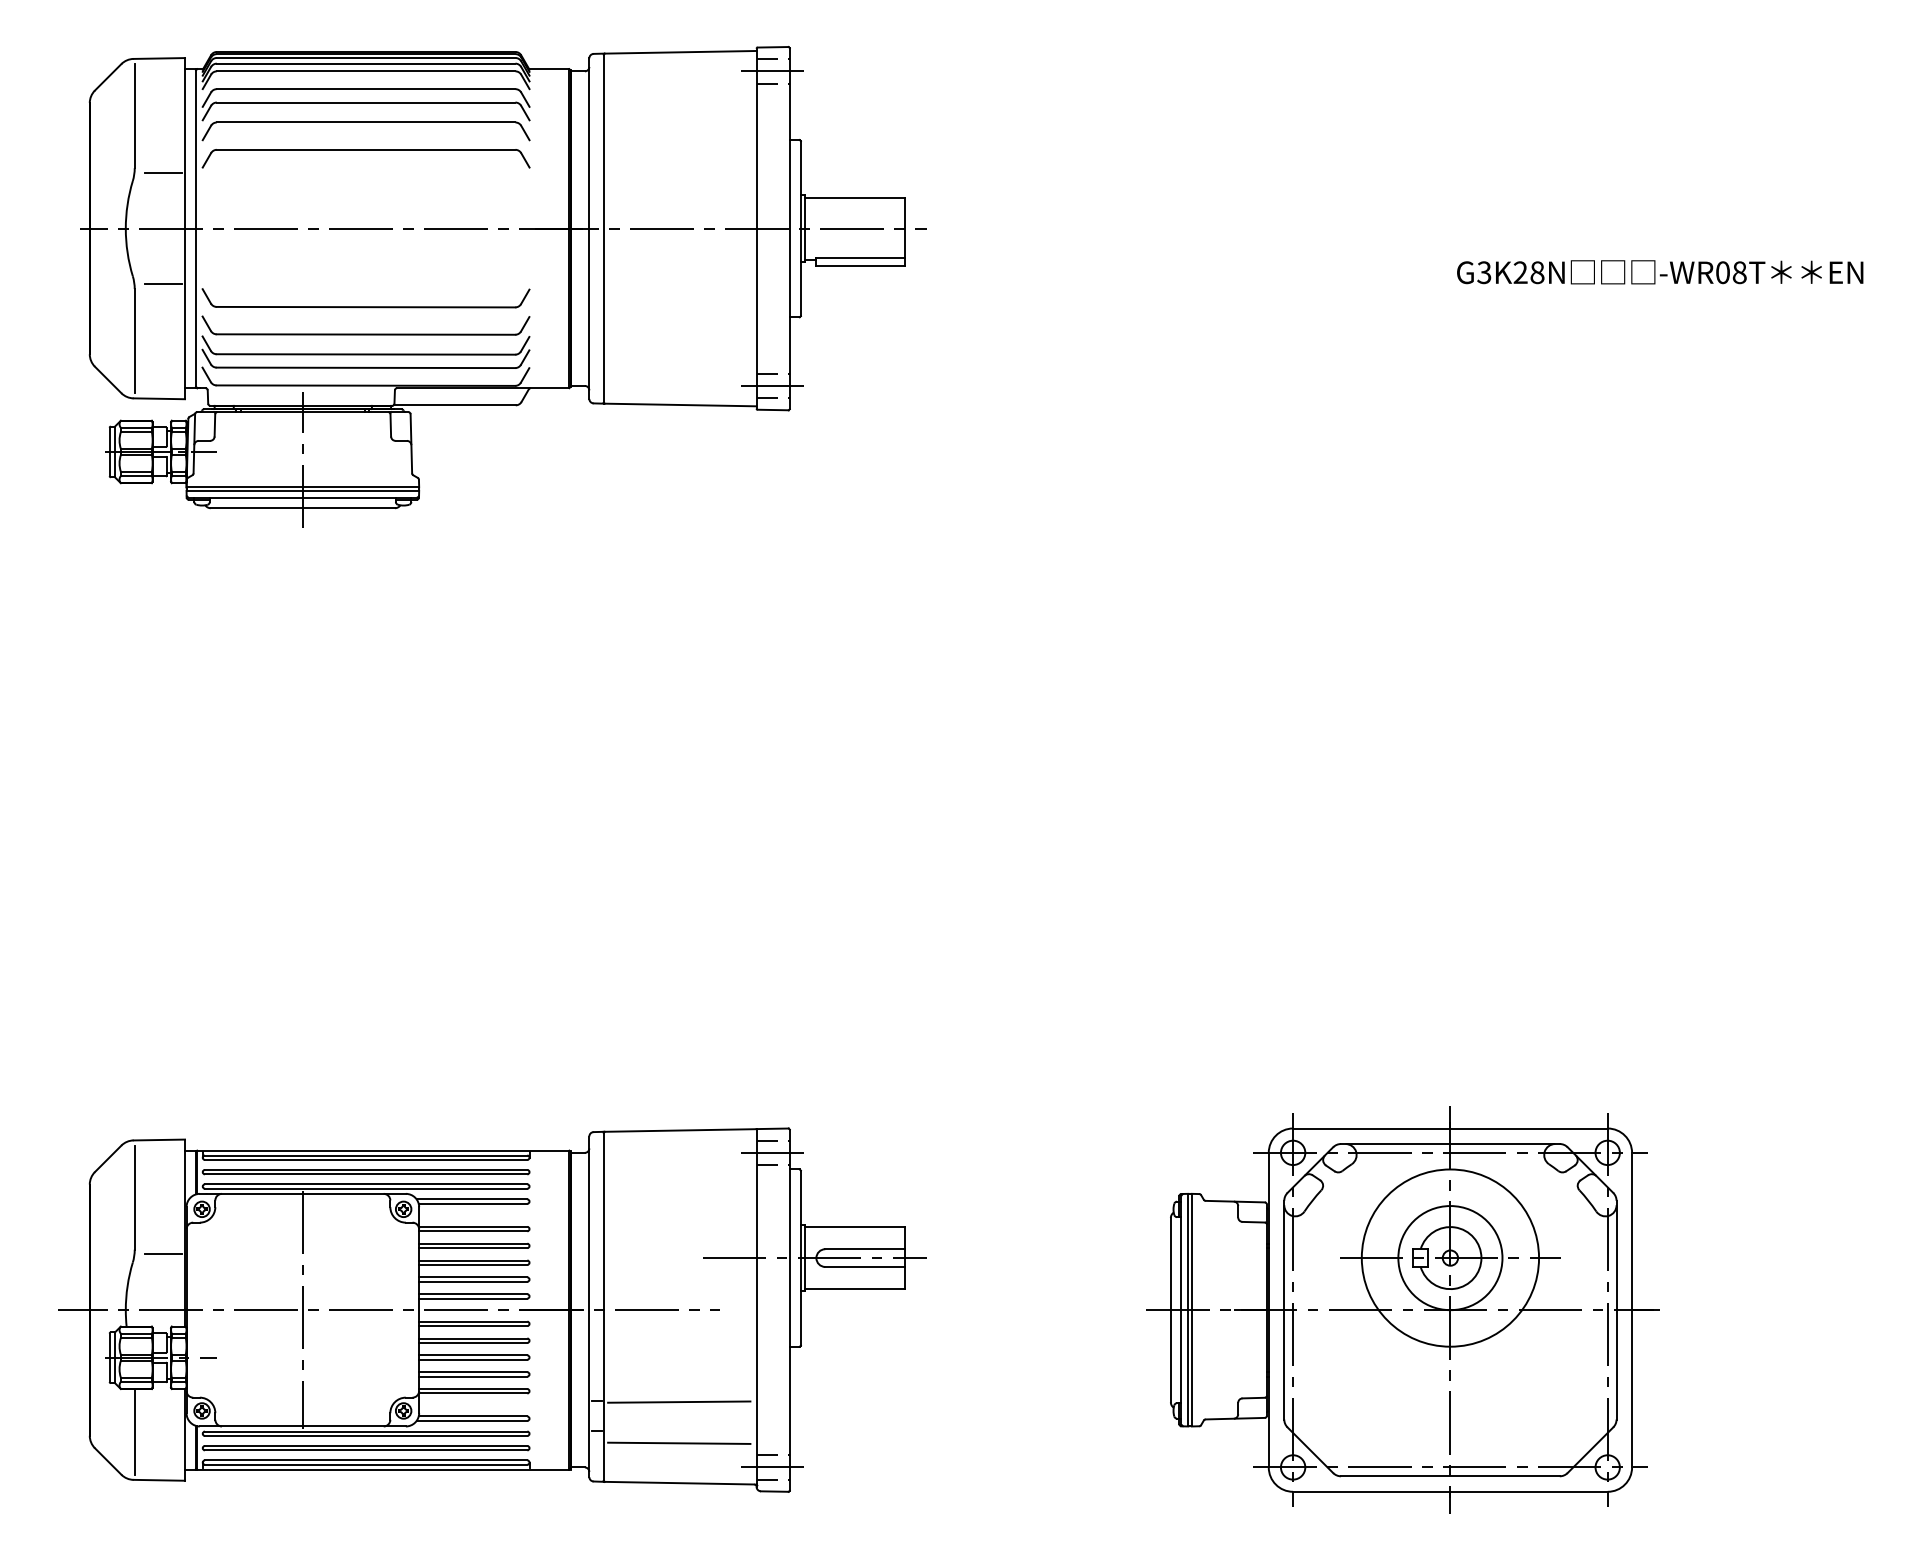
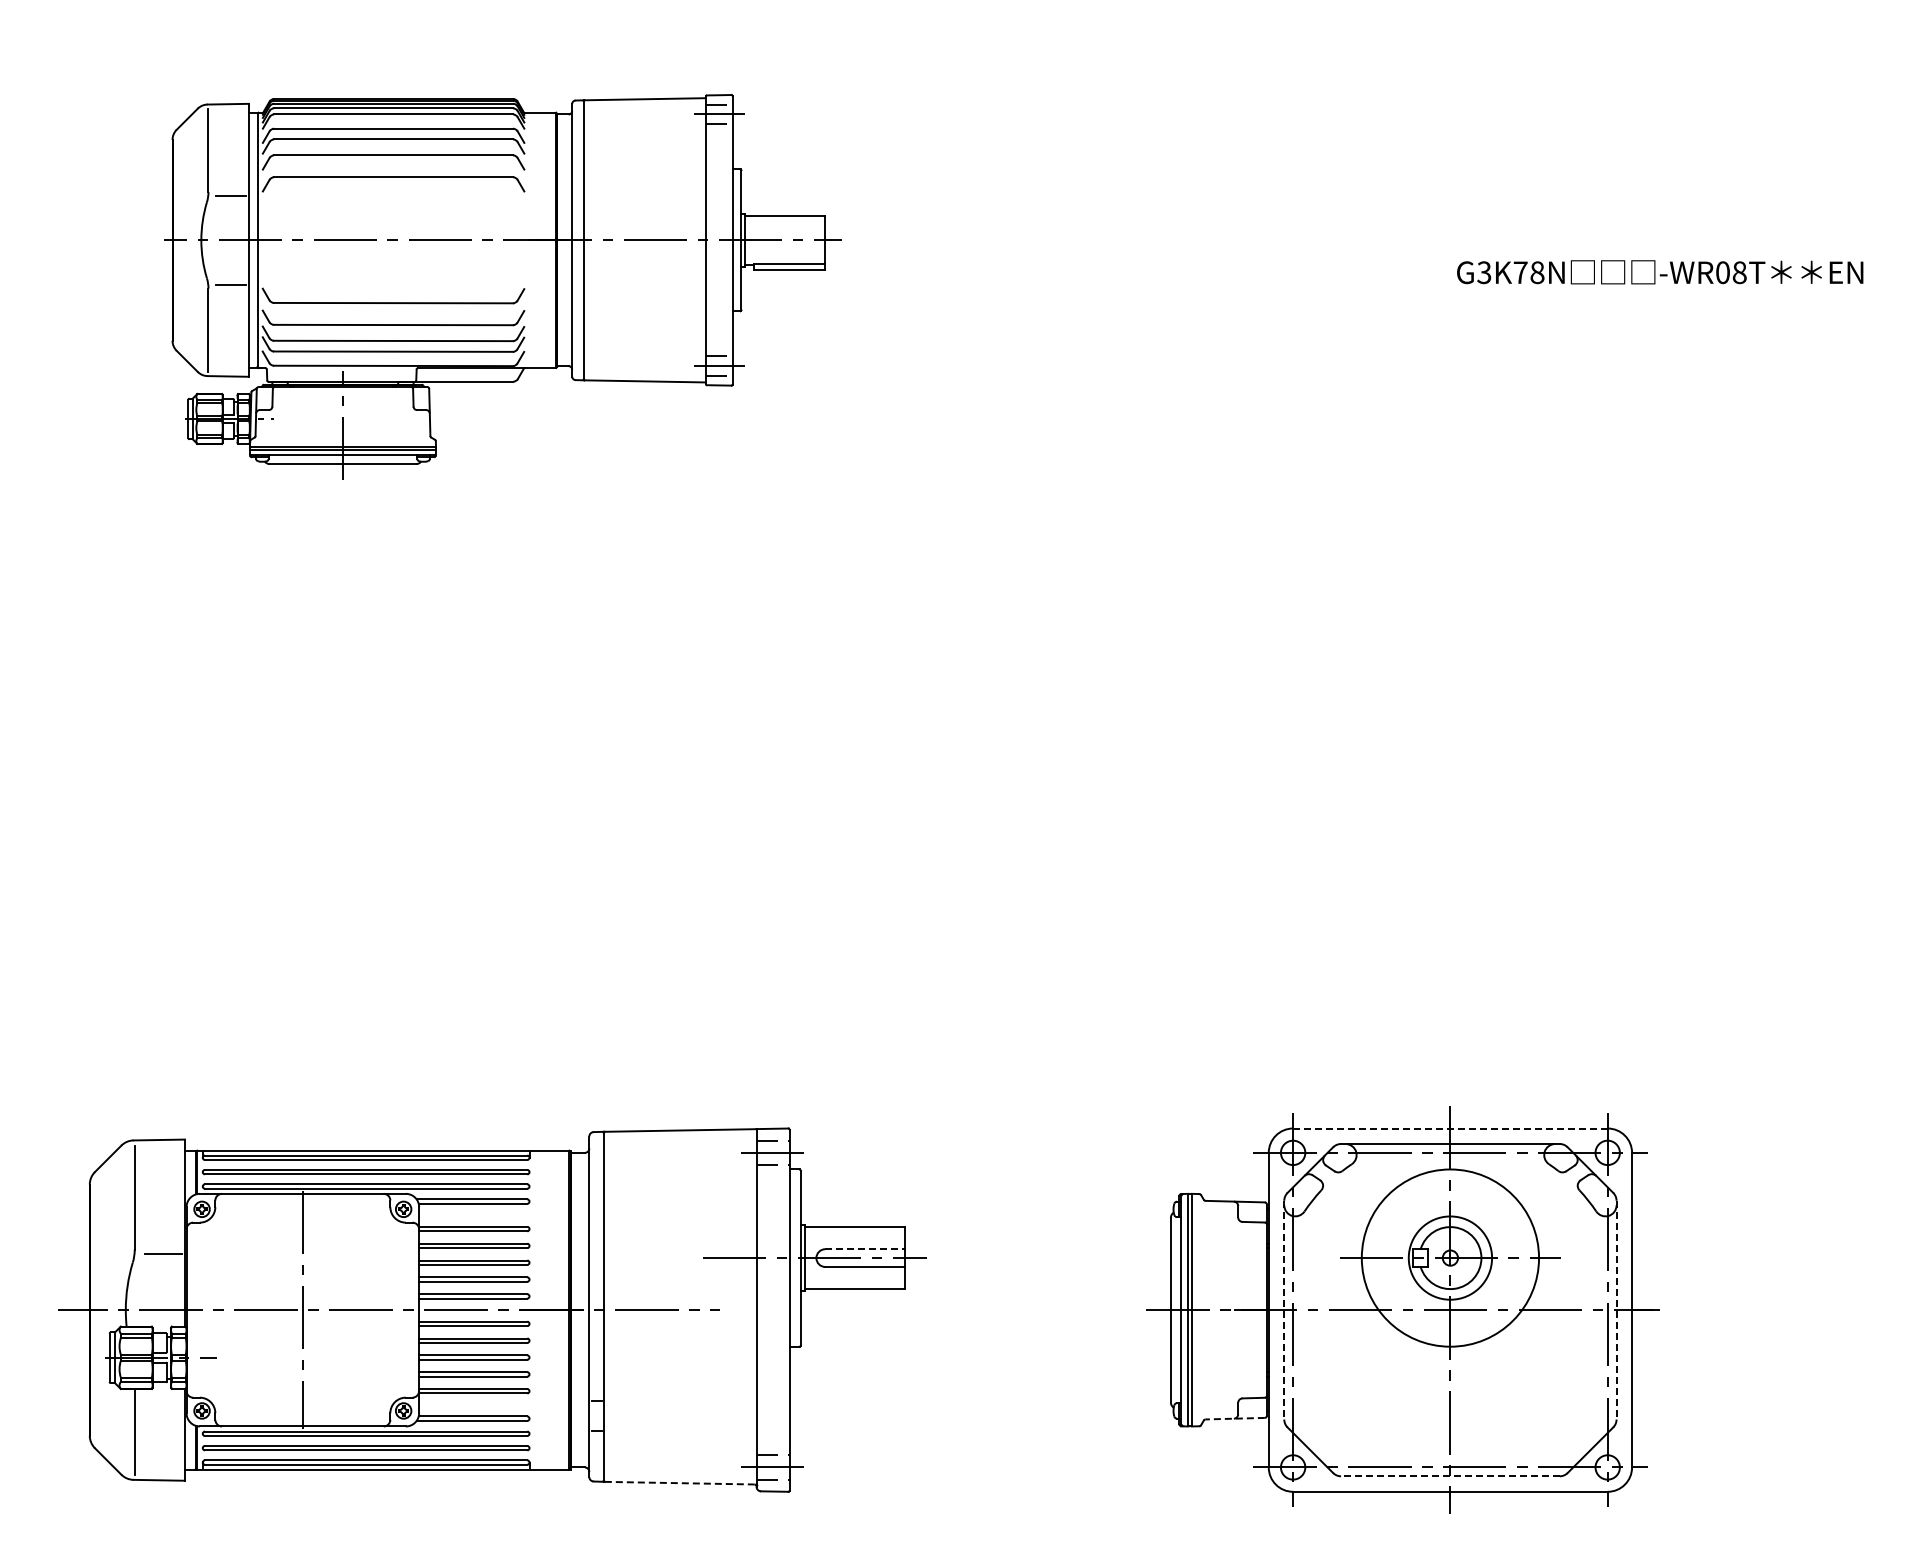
text at (1520, 272): G3K28N -> G3K78N
part at (503, 286) size: 847x482 px -> 678x387 px
line at (1450, 1128): solid -> dashed
line at (865, 1249): solid -> dashed
circle at (1450, 1258) diameter: 104 px -> 83 px
line at (1284, 1310): solid -> dashed
line at (1616, 1310): solid -> dashed
line at (679, 1401): present -> none
line at (1235, 1418): solid -> dashed
line at (679, 1442): present -> none
line at (1449, 1476): solid -> dashed
line at (679, 1483): solid -> dashed
